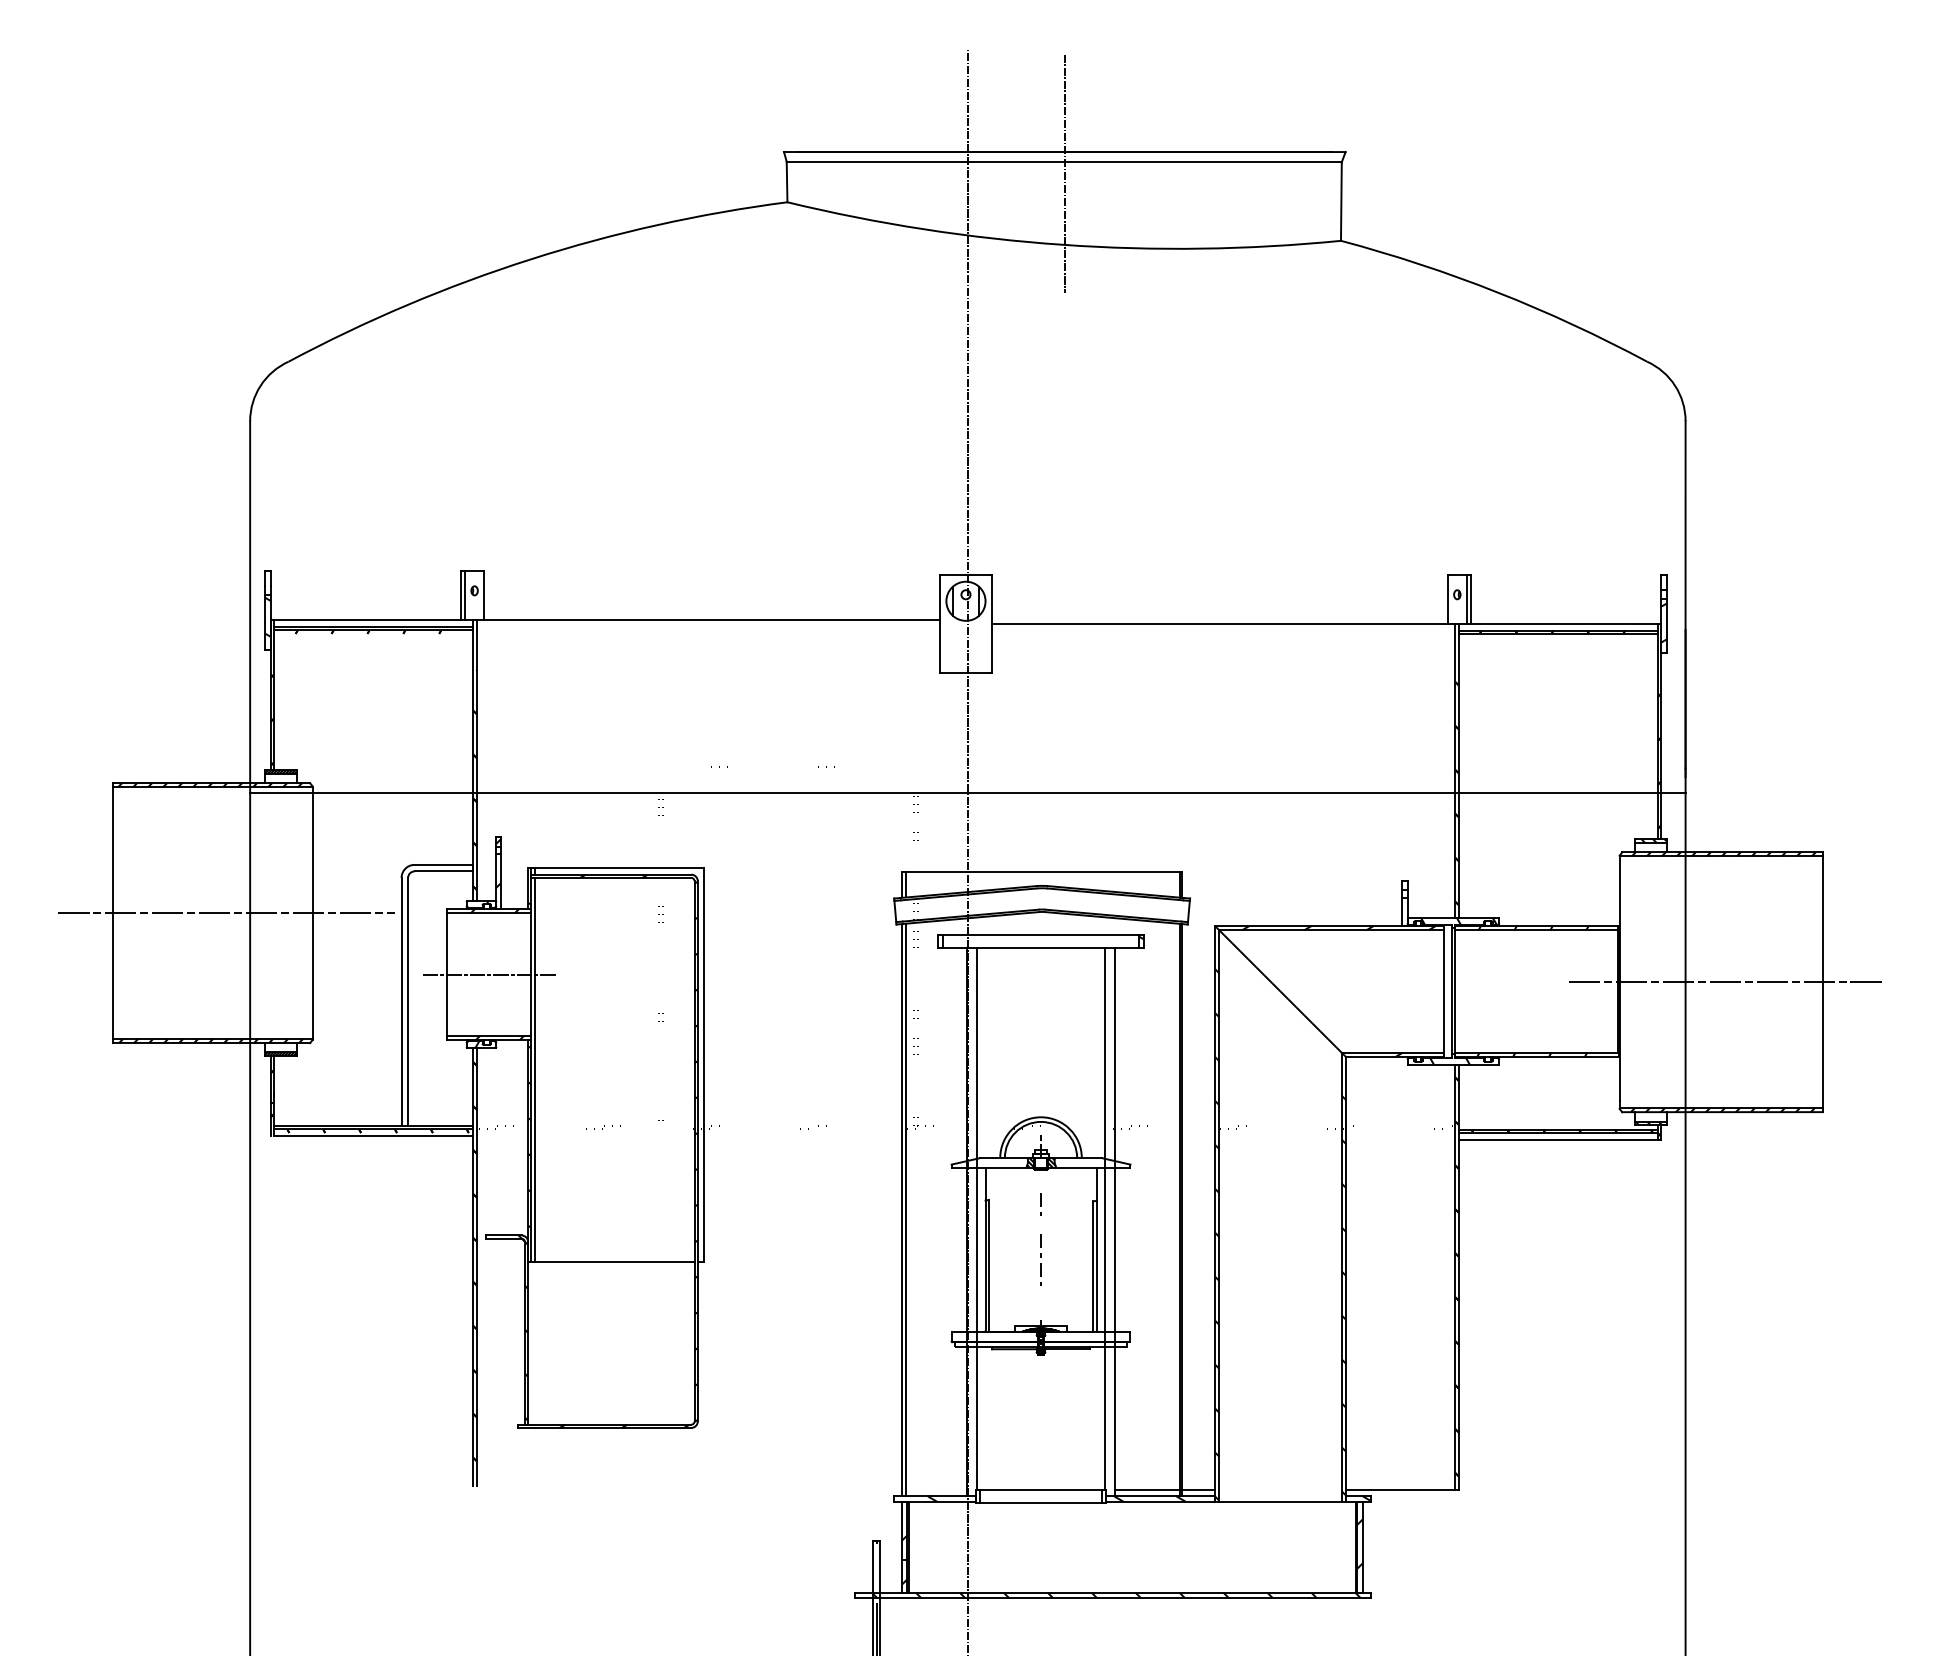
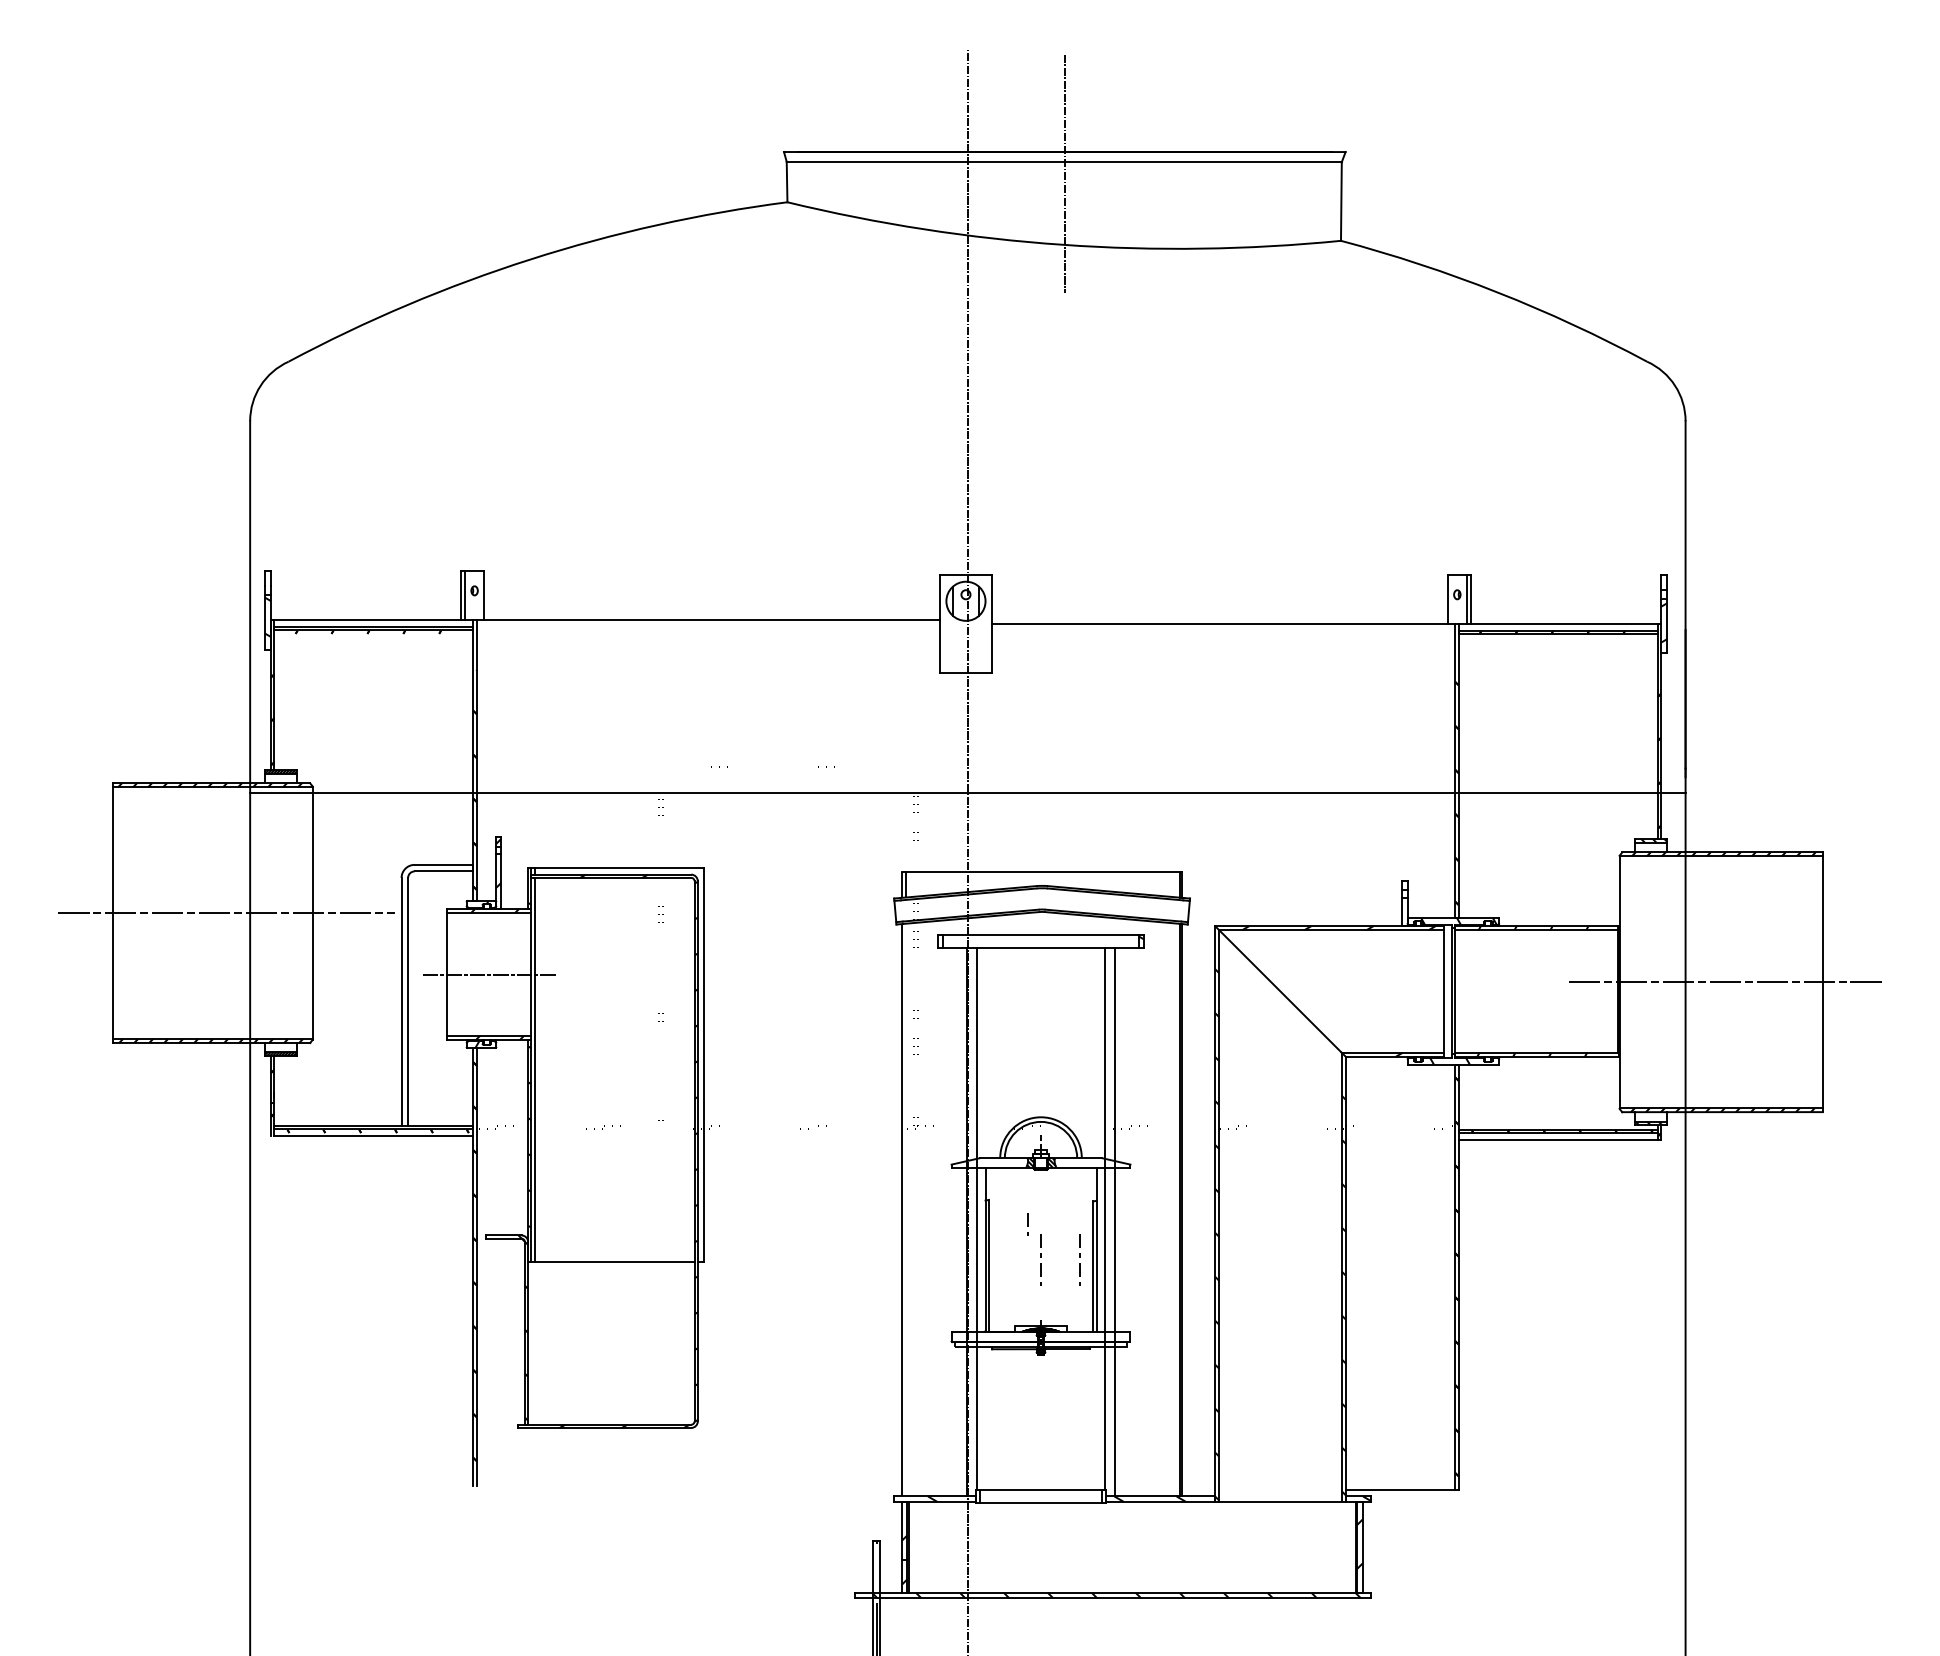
line at (1040, 1204) position: (1040, 1204) -> (1027, 1224)
line at (906, 1209): present -> none
line at (1079, 1257): none -> present
line at (1165, 1489): present -> none
